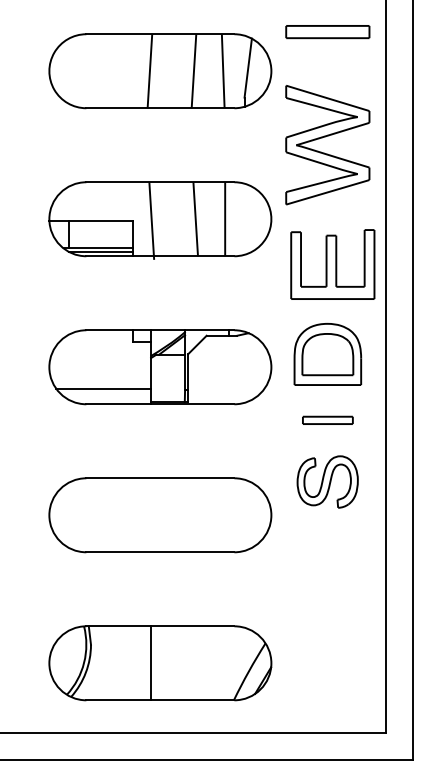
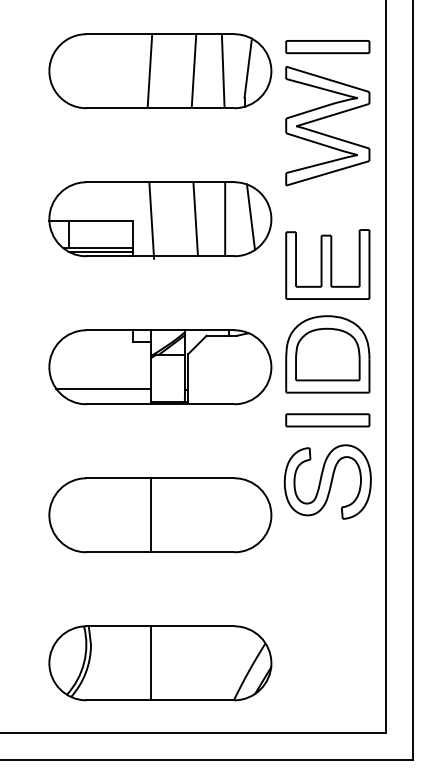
part at (327, 32) position: (327, 32) -> (327, 47)
part at (324, 152) position: (324, 152) -> (324, 133)
line at (250, 216): none -> present
part at (332, 264) position: (332, 264) -> (327, 264)
part at (327, 354) size: 70x63 px -> 86x79 px
part at (327, 419) size: 52x10 px -> 86x15 px
part at (327, 481) size: 63x54 px -> 89x76 px
line at (151, 515): none -> present
